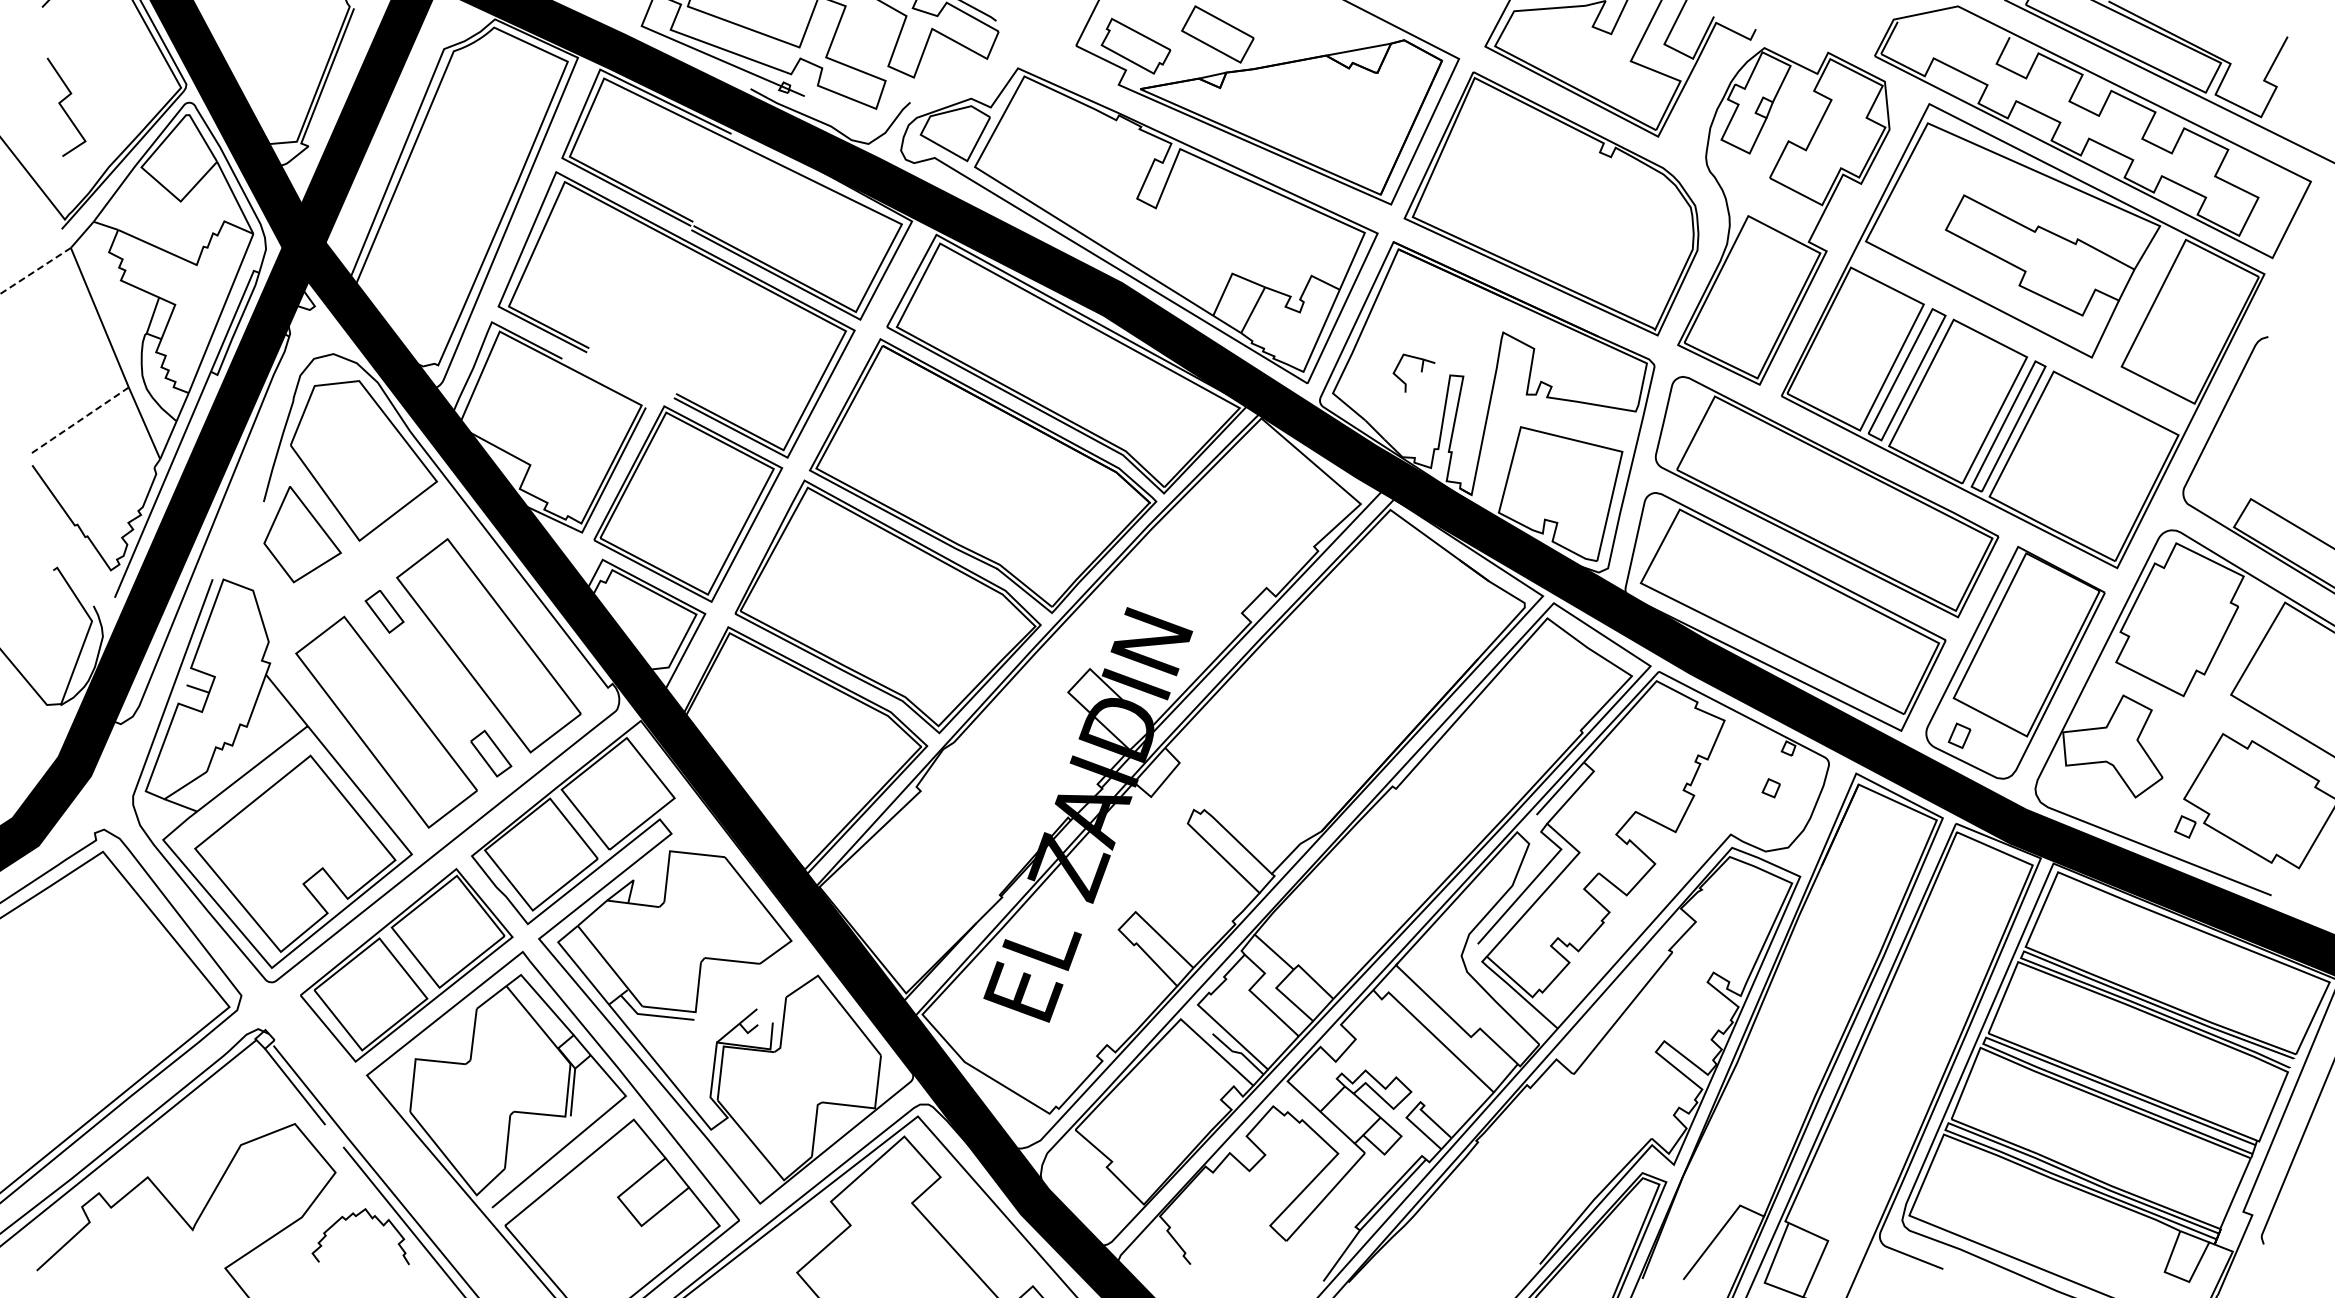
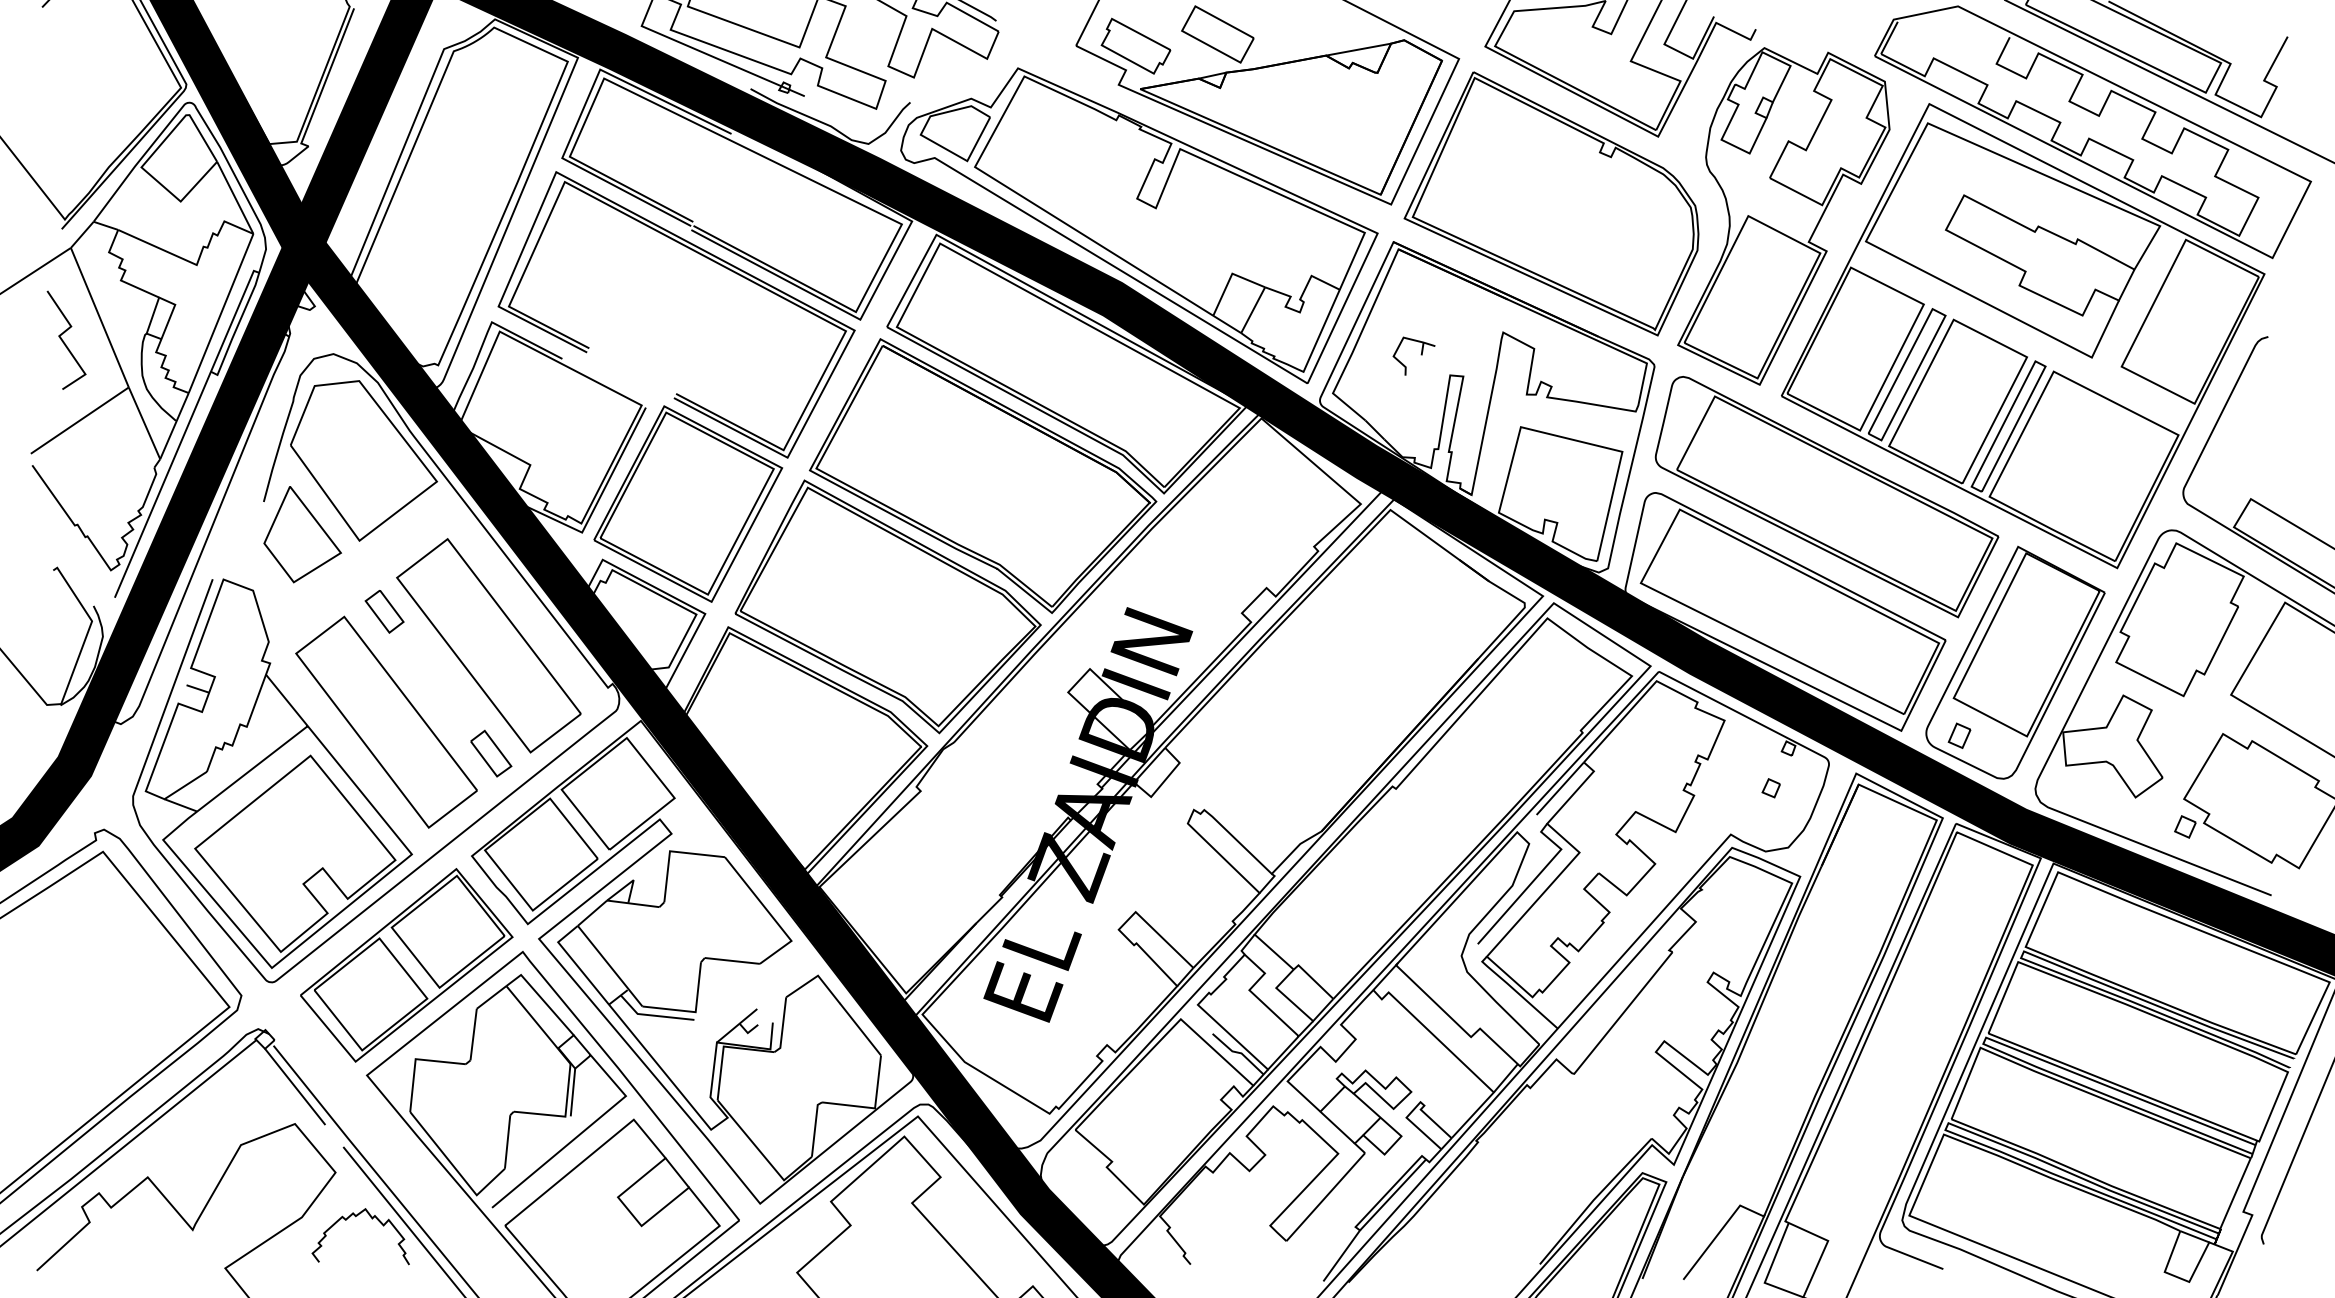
line at (64, 108) position: (64, 108) -> (64, 341)
line at (35, 270): dashed -> solid
part at (1420, 371) position: (1420, 371) -> (1420, 354)
line at (79, 420): dashed -> solid
